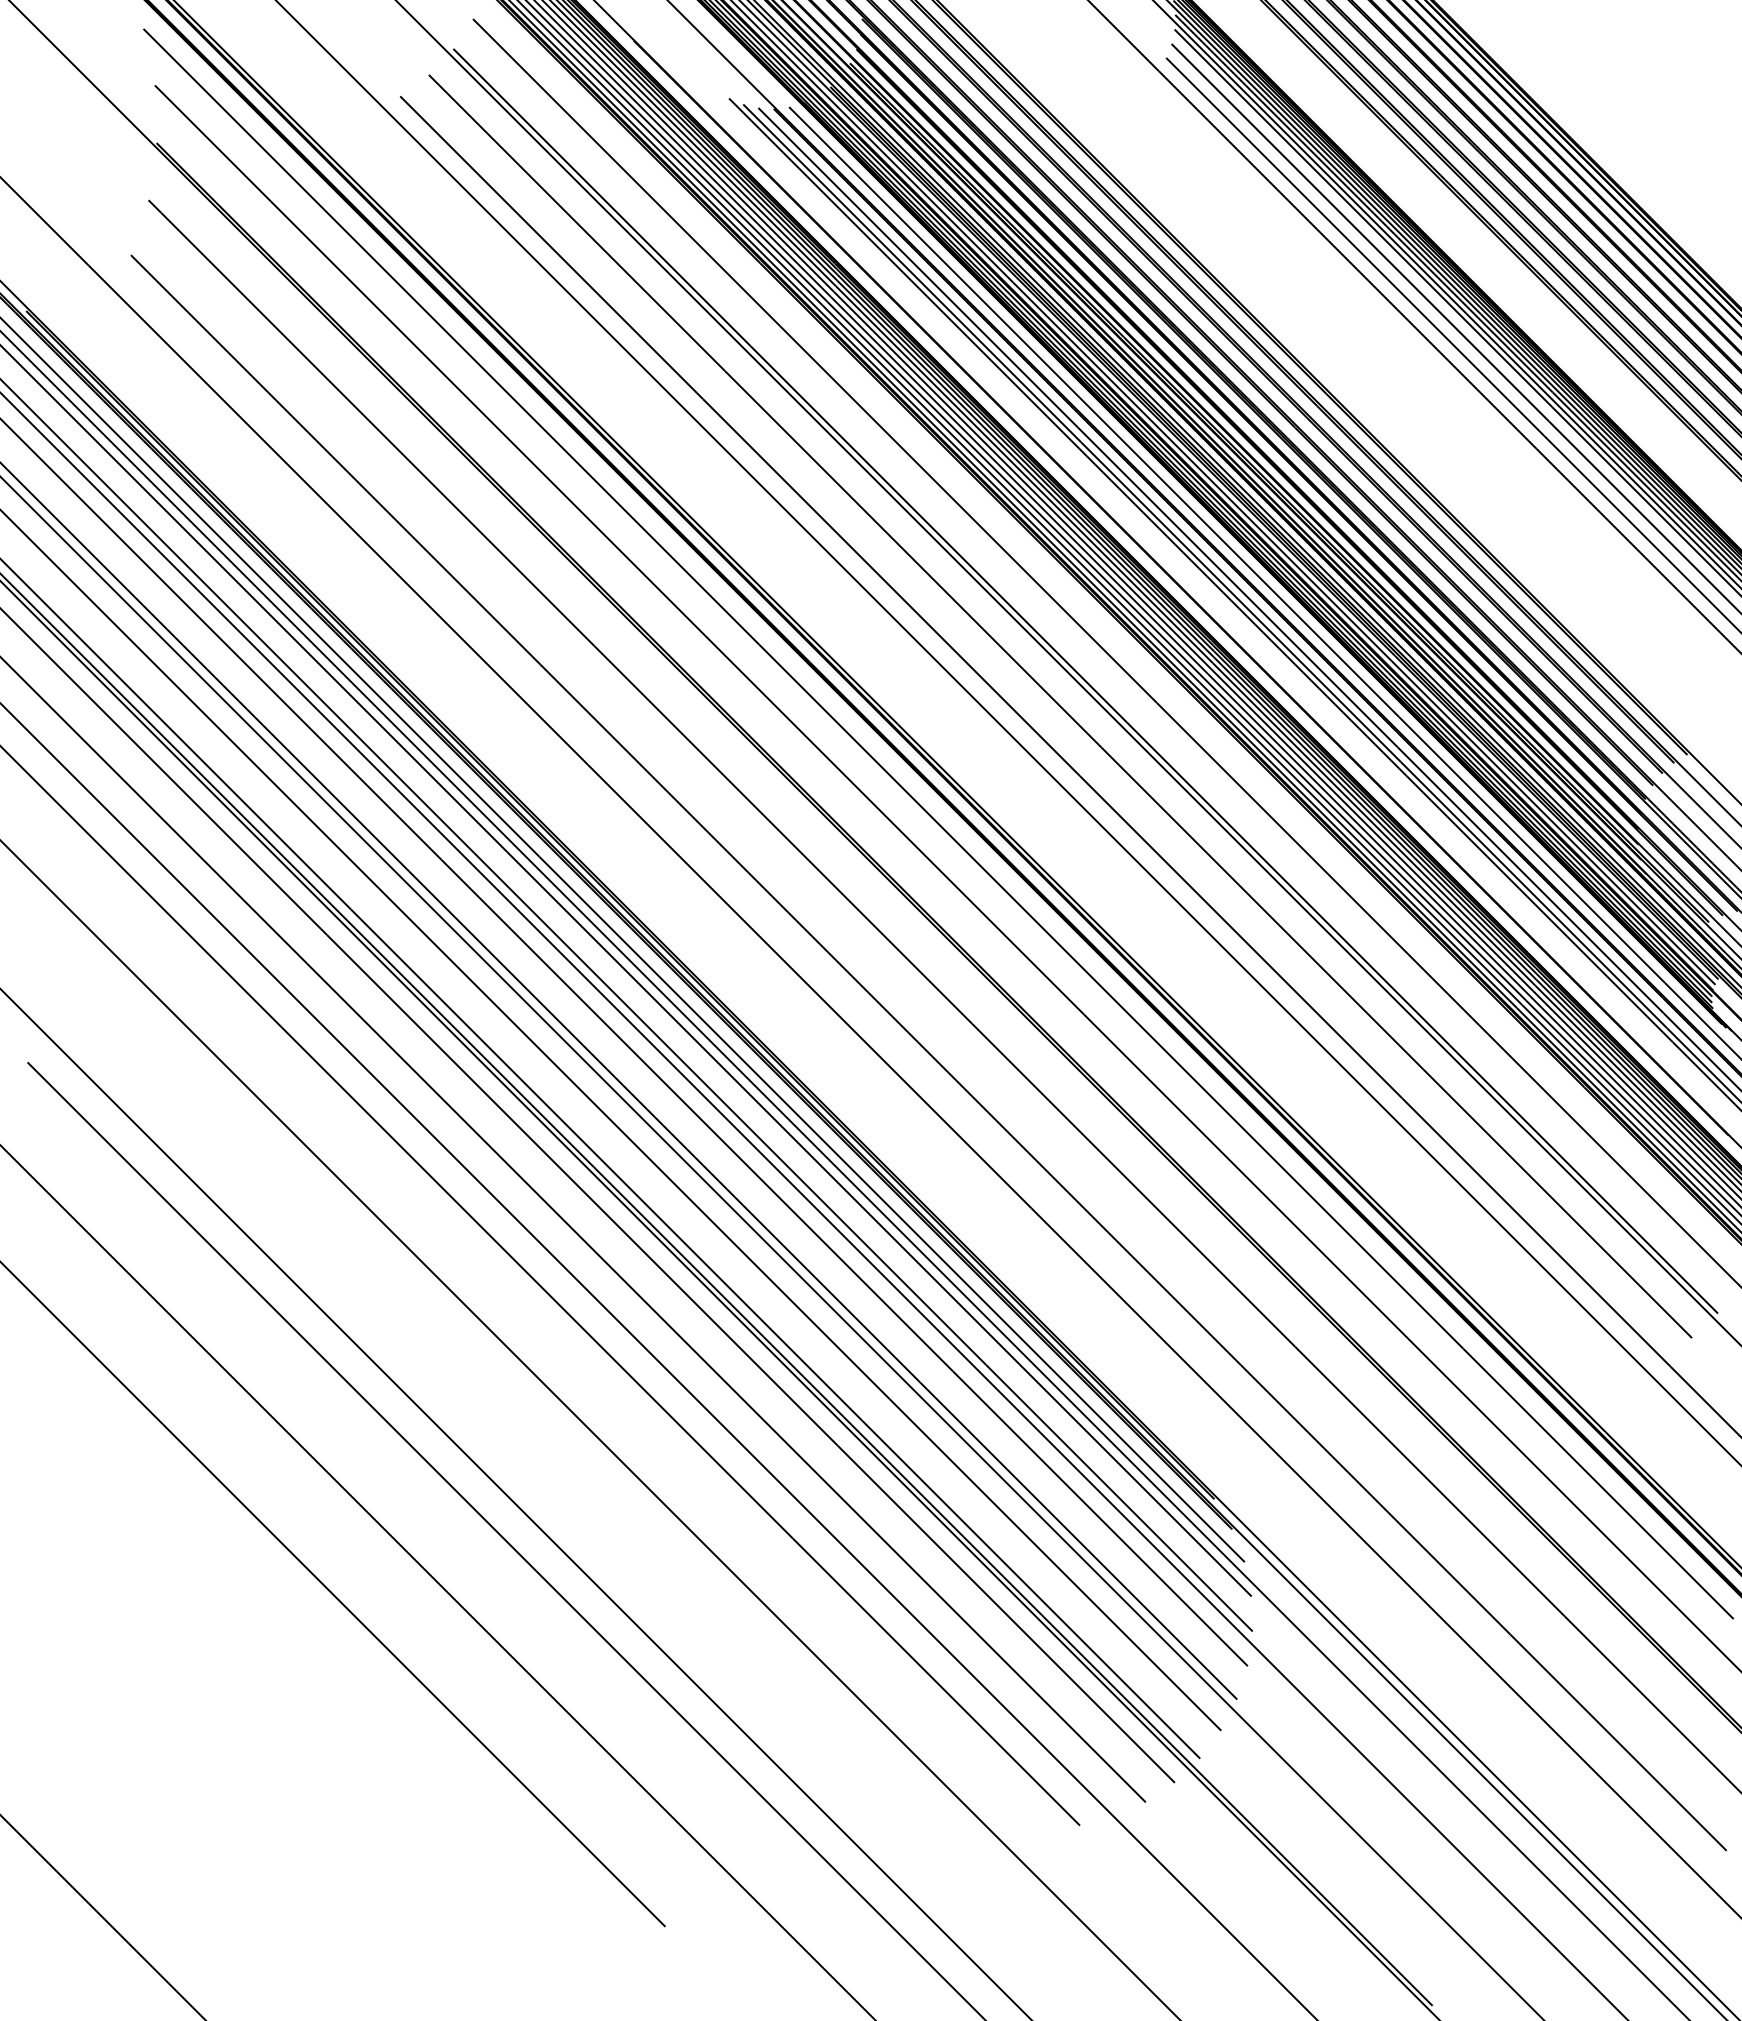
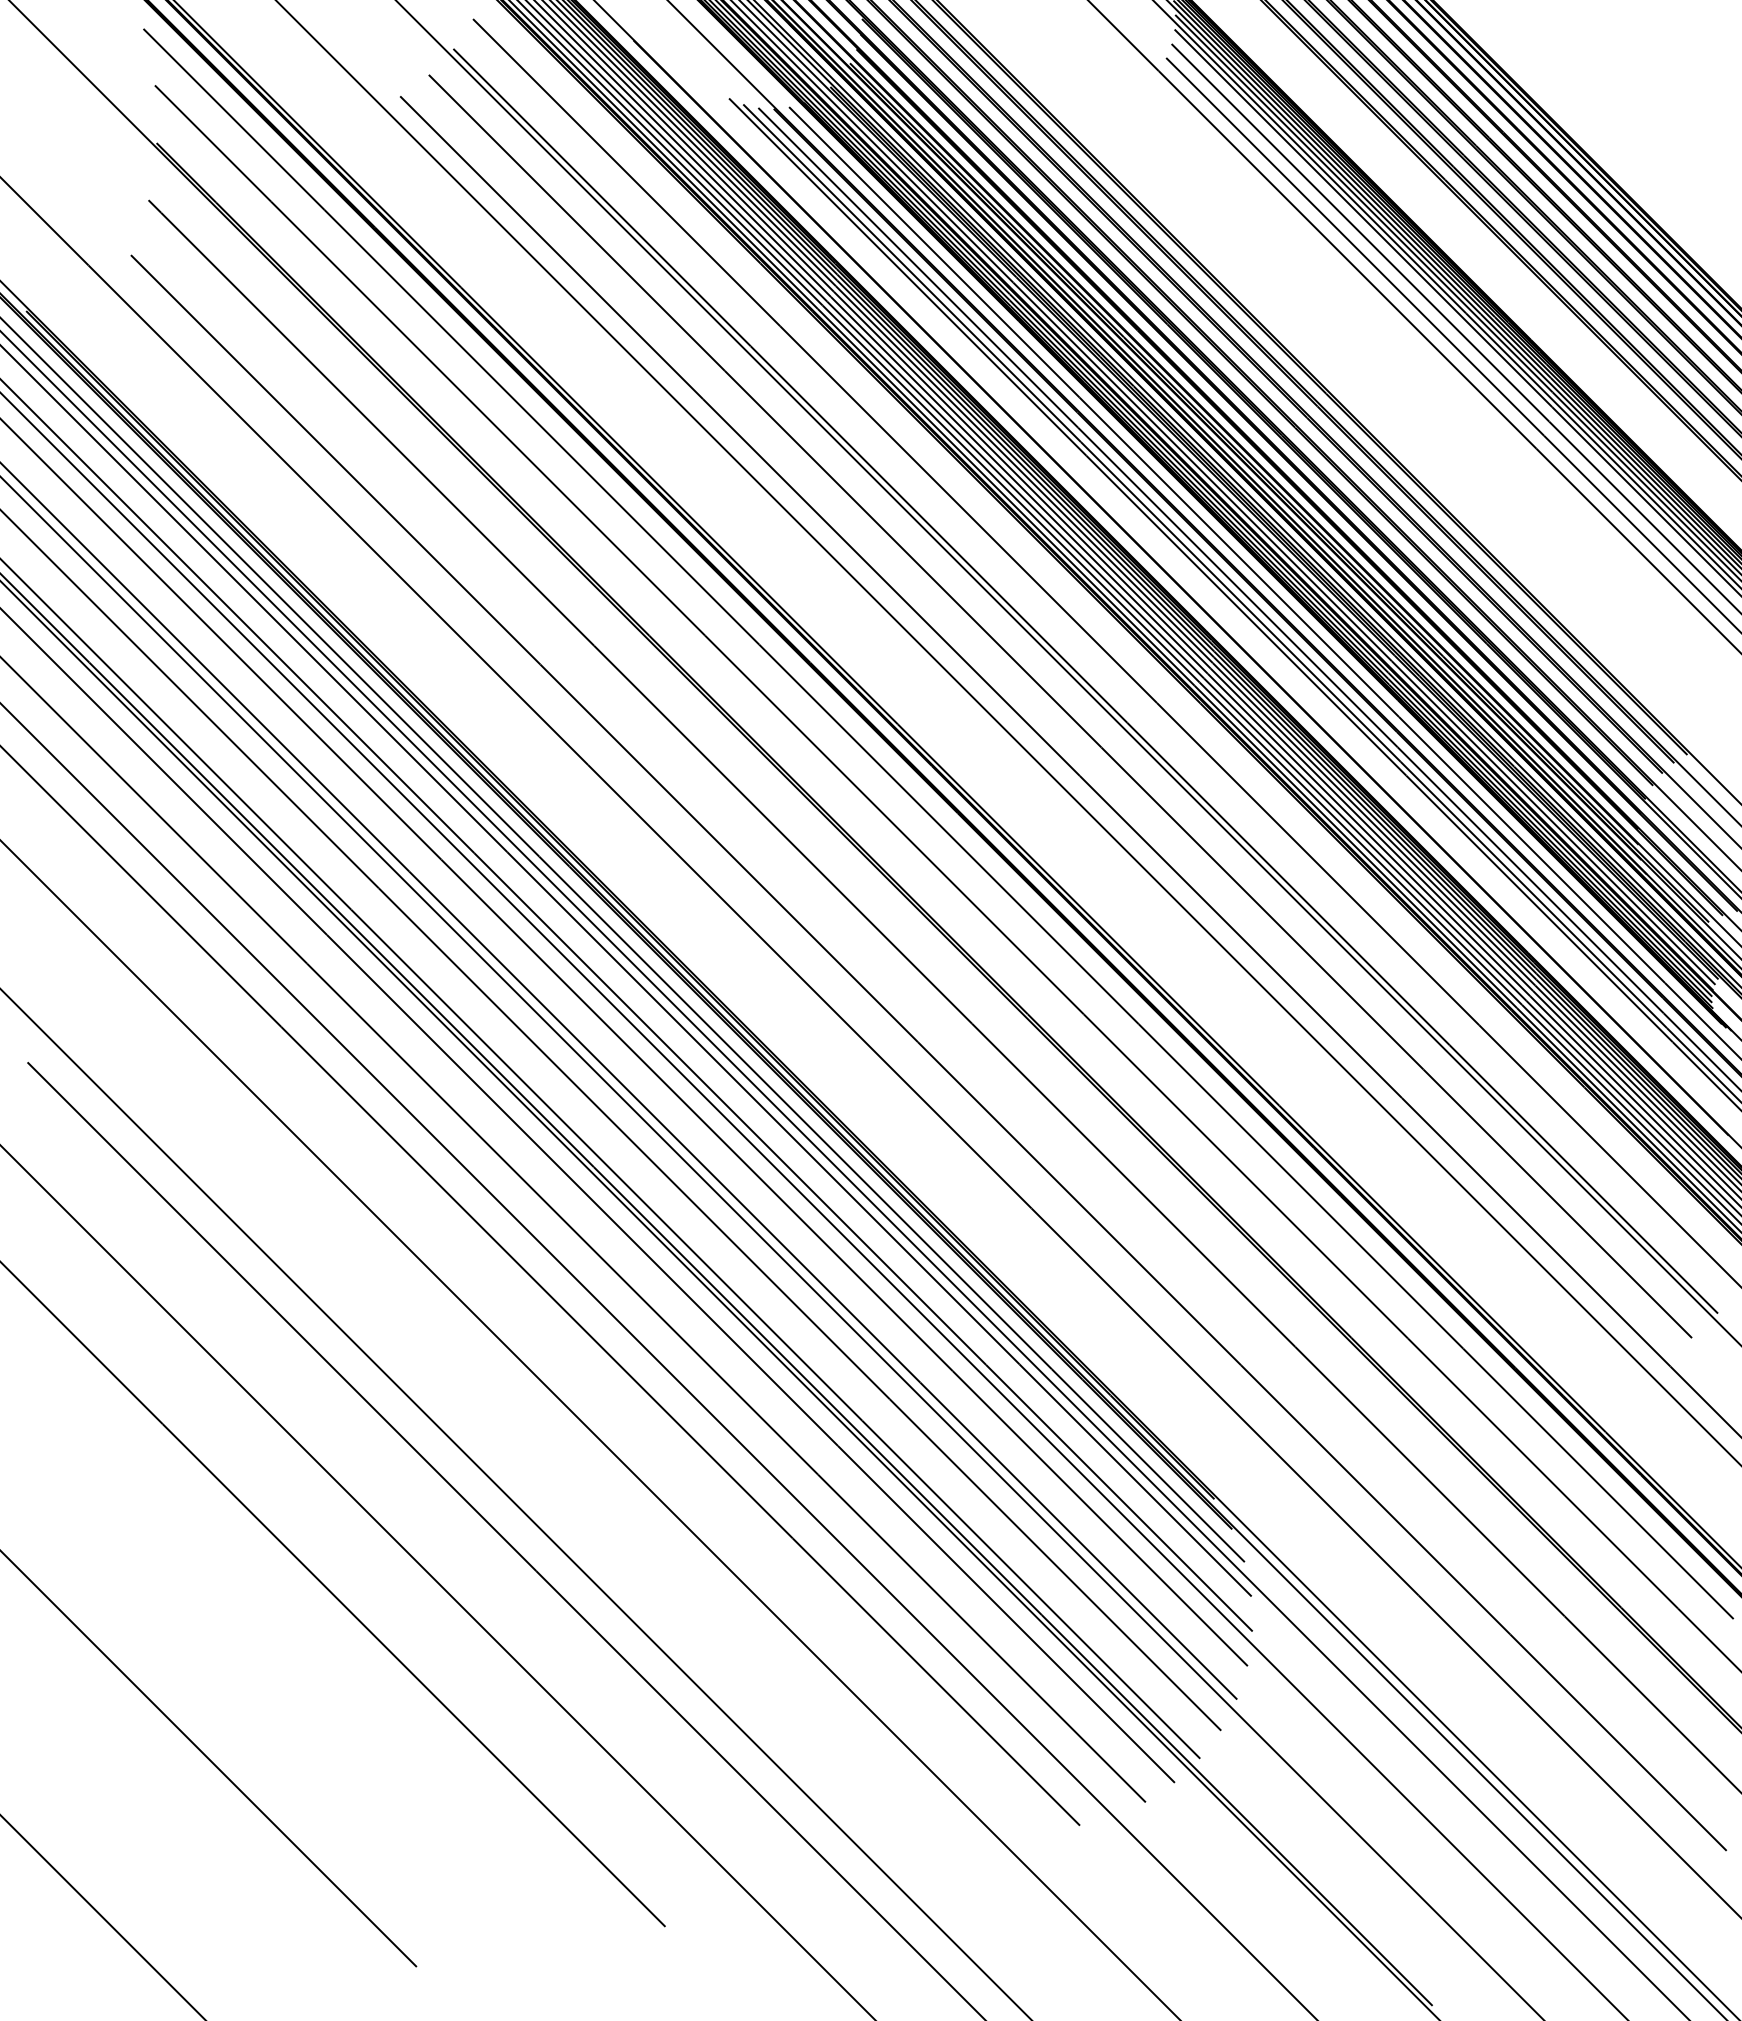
line at (209, 1759): none -> present
